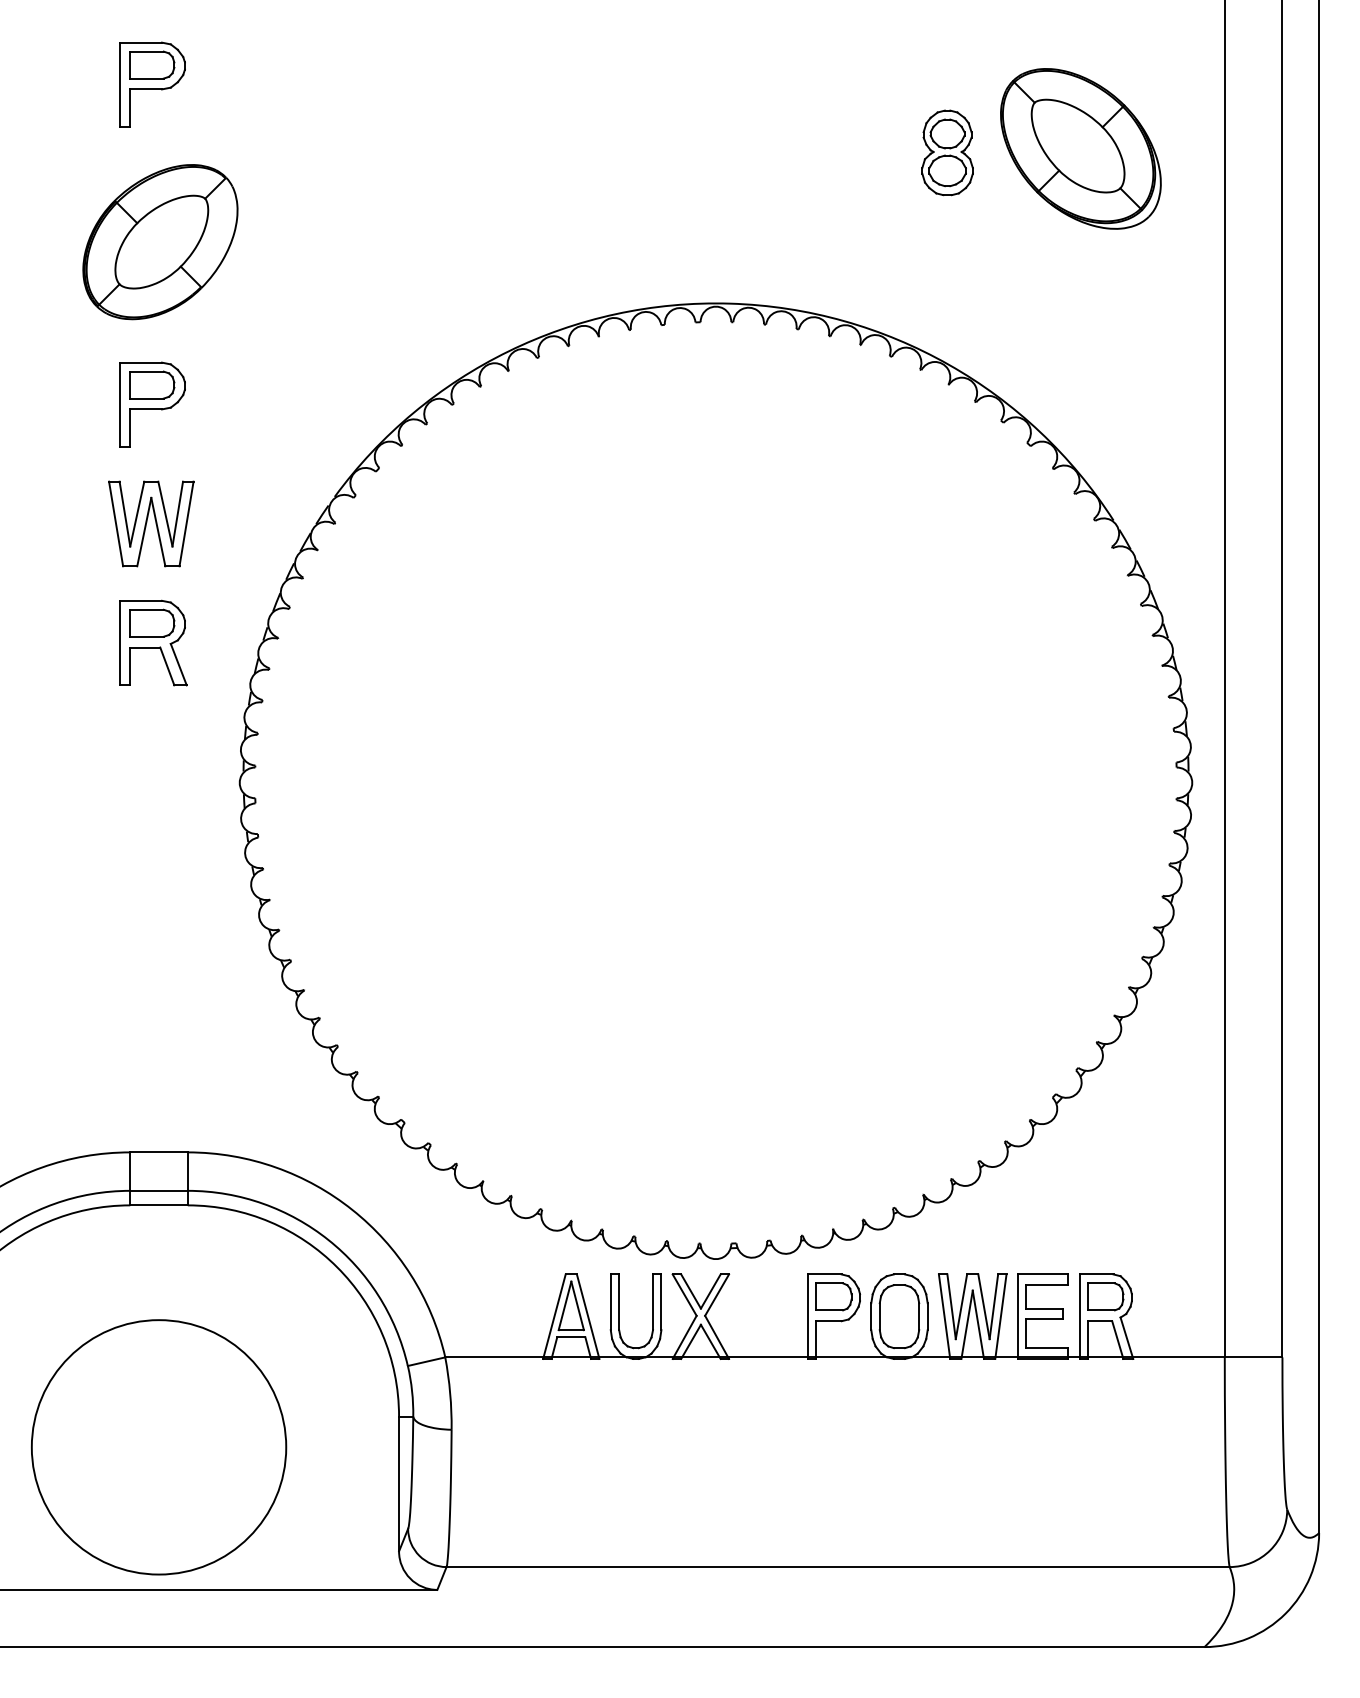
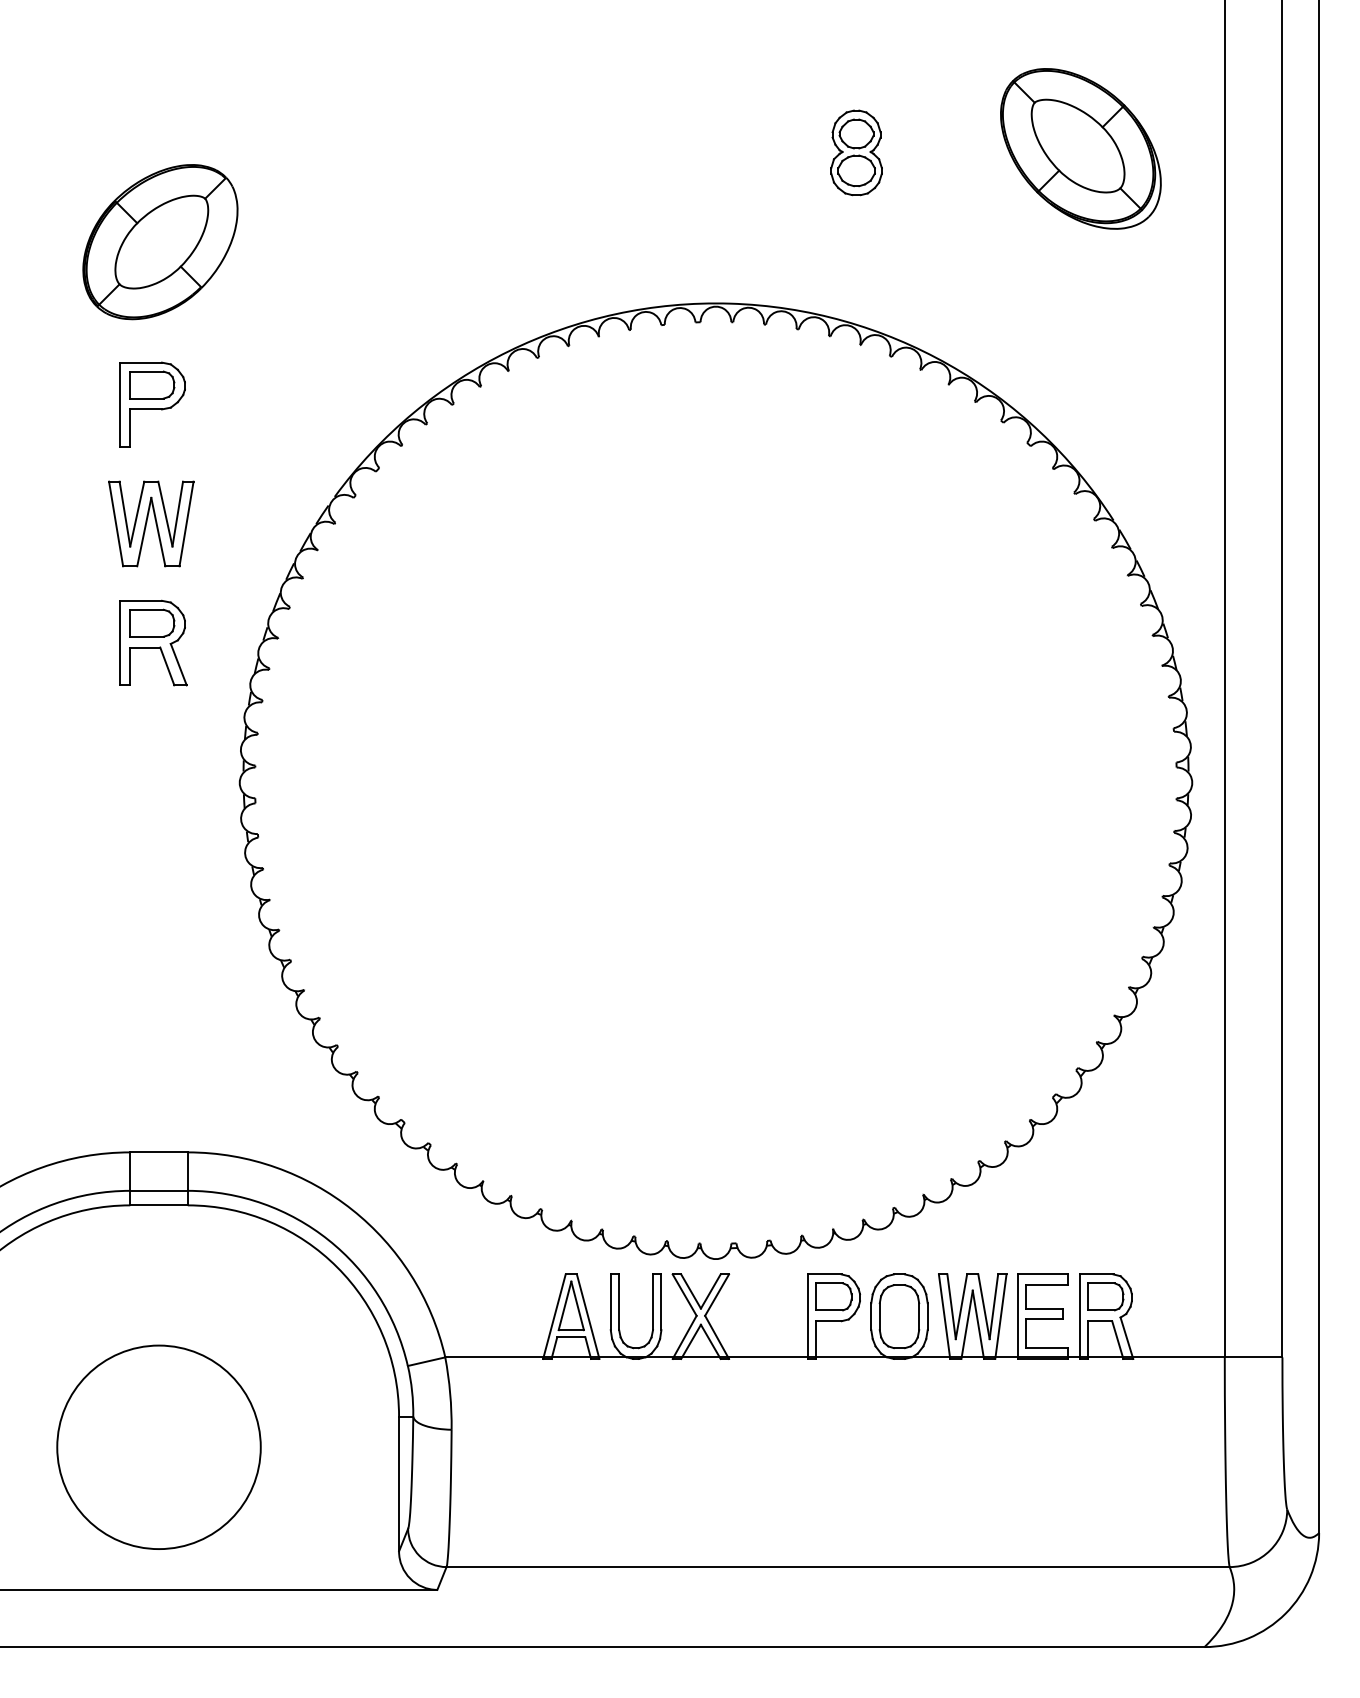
part at (152, 84): present -> none
part at (947, 152) position: (947, 152) -> (856, 152)
circle at (158, 1447) diameter: 254 px -> 204 px
